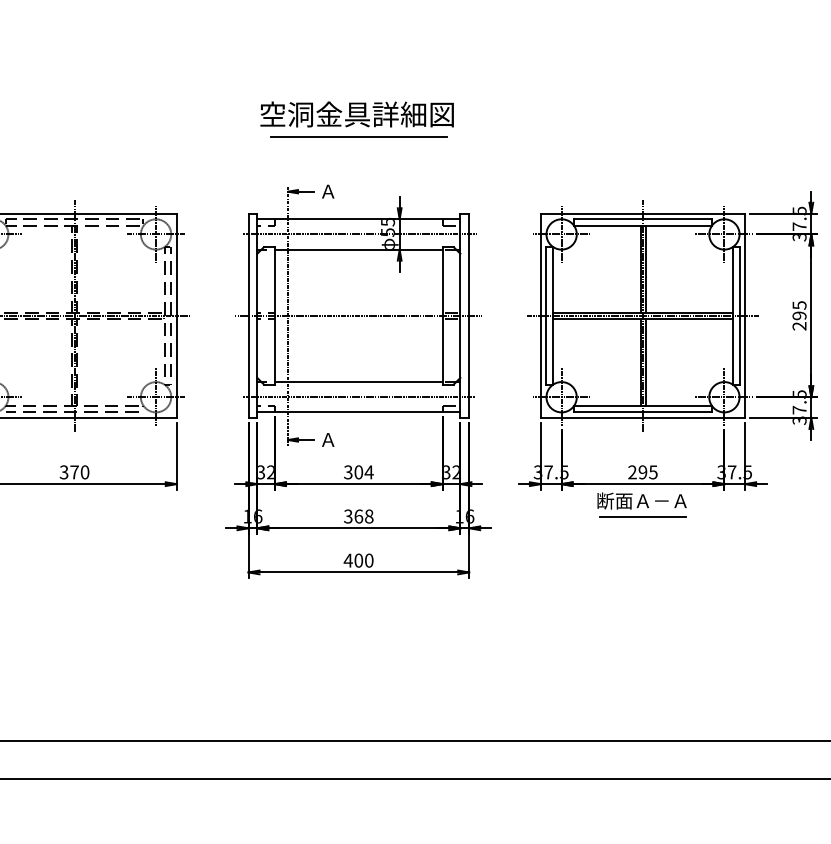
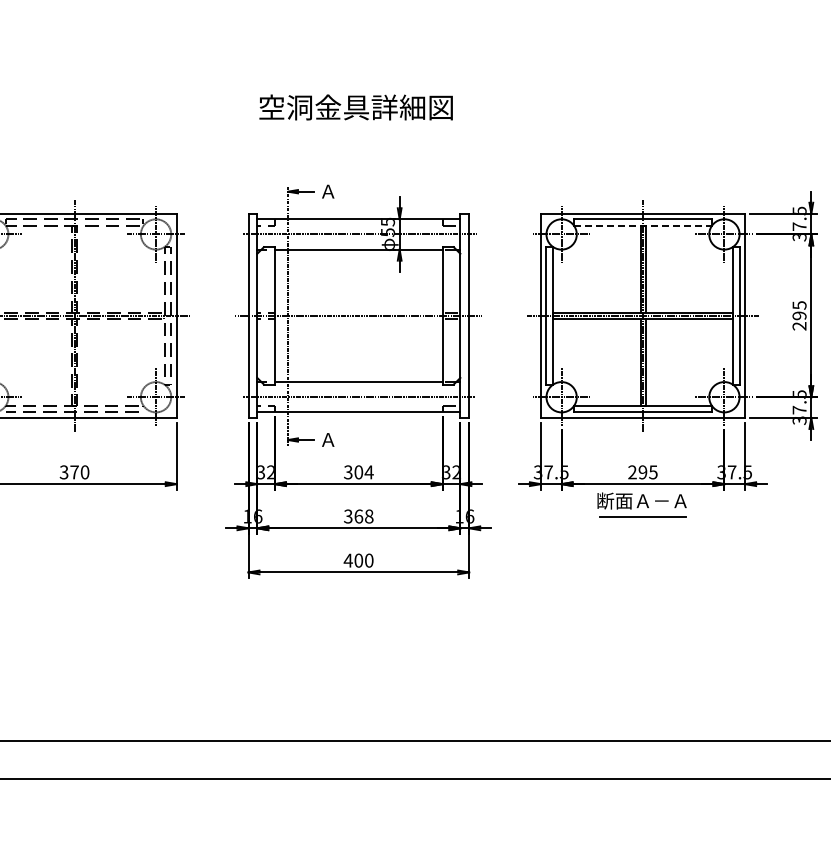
text at (356, 114) position: (356, 114) -> (355, 107)
line at (358, 136): present -> none
line at (643, 225): solid -> dashed
